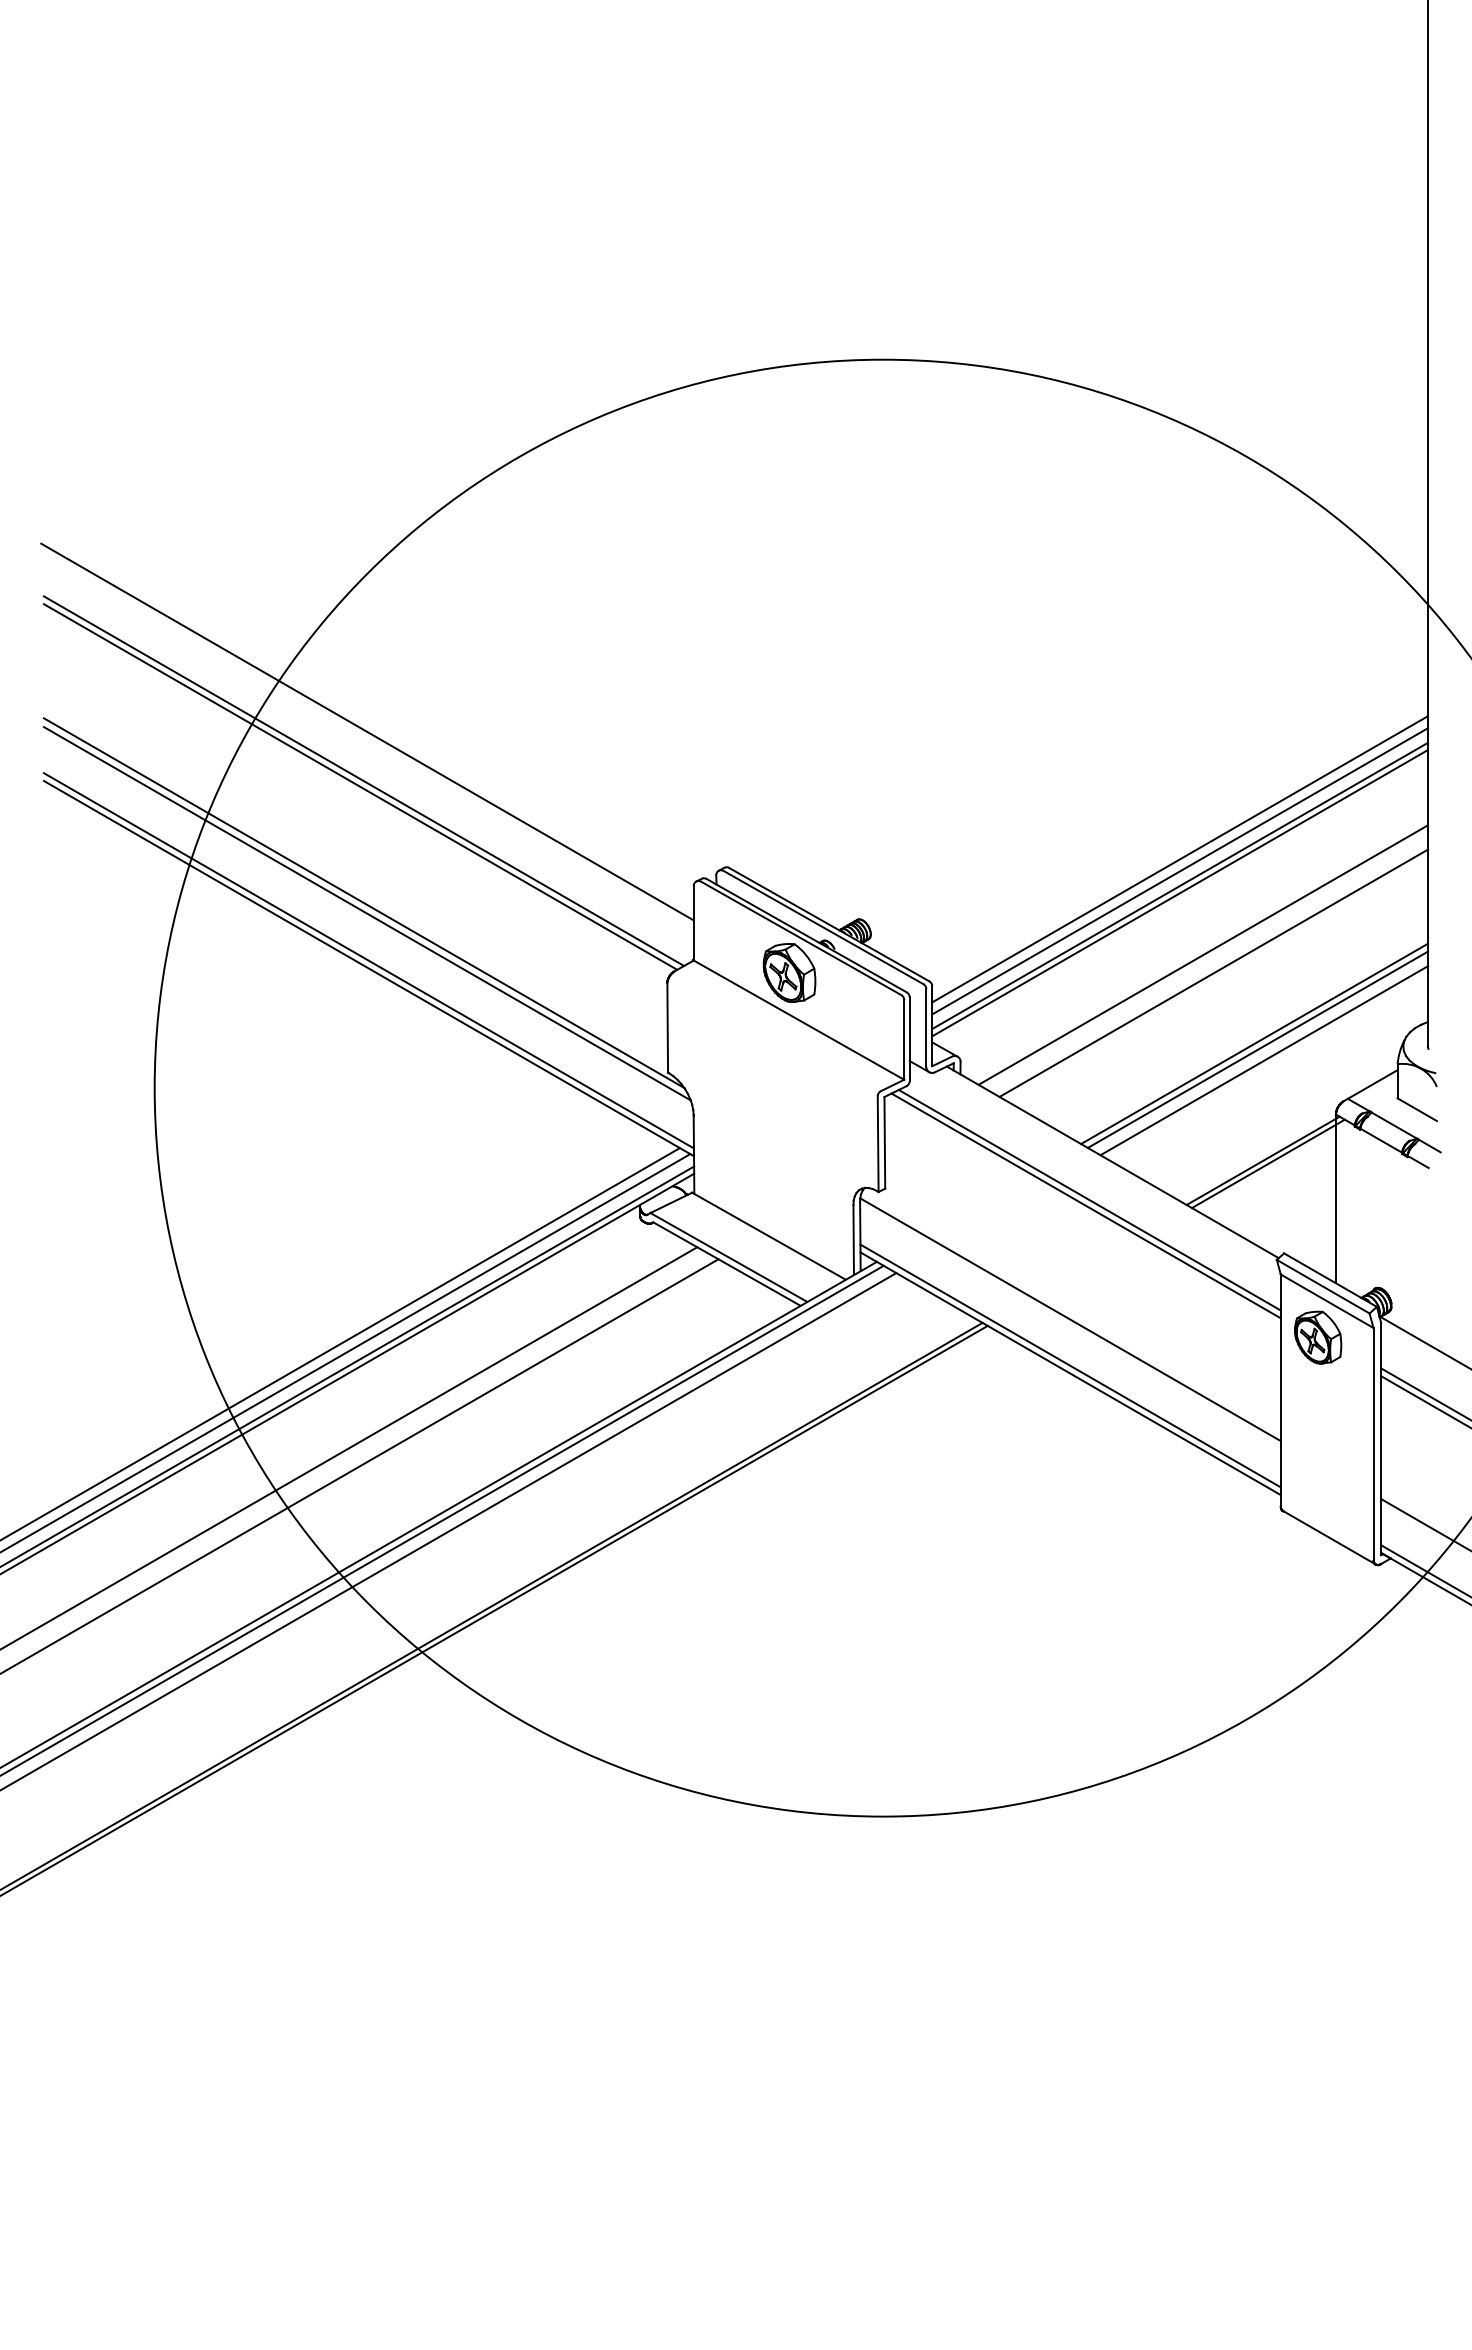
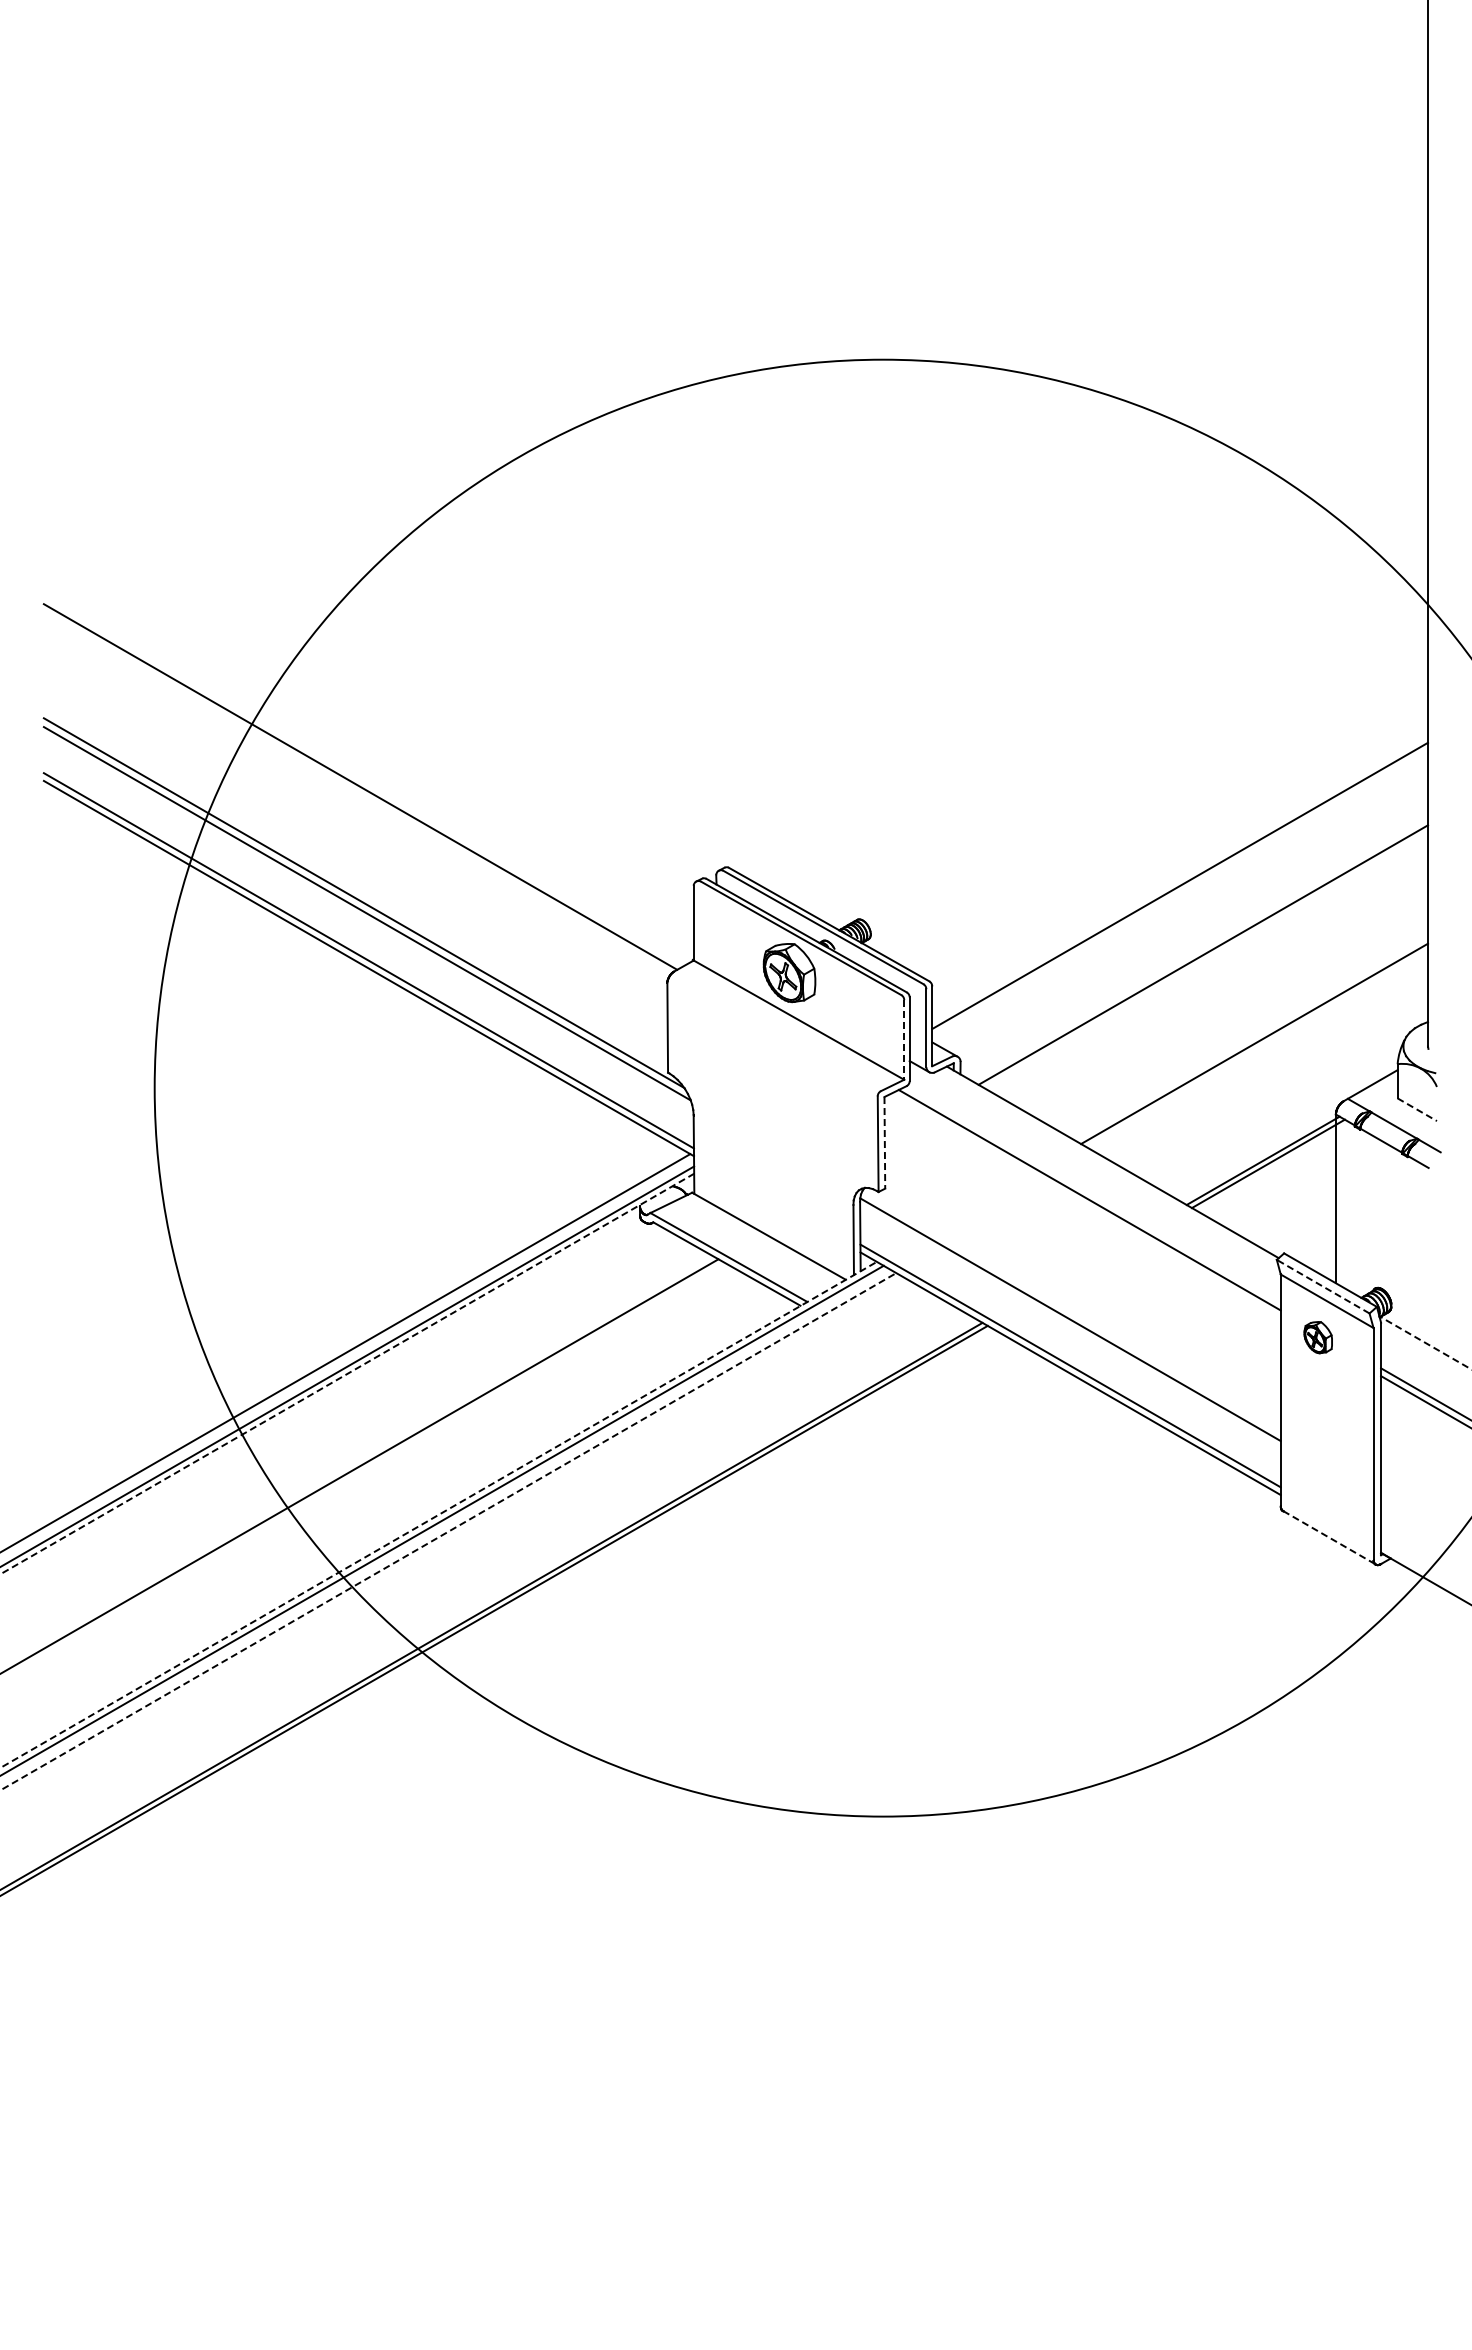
line at (367, 731): present -> none
line at (363, 781): present -> none
line at (1180, 859): present -> none
line at (1180, 871): present -> none
line at (1180, 893): present -> none
line at (1213, 972): present -> none
line at (904, 1039): solid -> dashed
line at (1257, 1049): present -> none
line at (1264, 1060): present -> none
line at (1417, 1109): solid -> dashed
line at (884, 1142): solid -> dashed
line at (1085, 1205): present -> none
line at (1323, 1286): solid -> dashed
part at (1318, 1337) size: 49x55 px -> 30x34 px
line at (1425, 1342): solid -> dashed
line at (340, 1343): present -> none
line at (347, 1373): solid -> dashed
line at (349, 1447): present -> none
line at (438, 1514): solid -> dashed
line at (1424, 1524): present -> none
line at (448, 1531): solid -> dashed
line at (1328, 1537): solid -> dashed
line at (1424, 1570): present -> none
